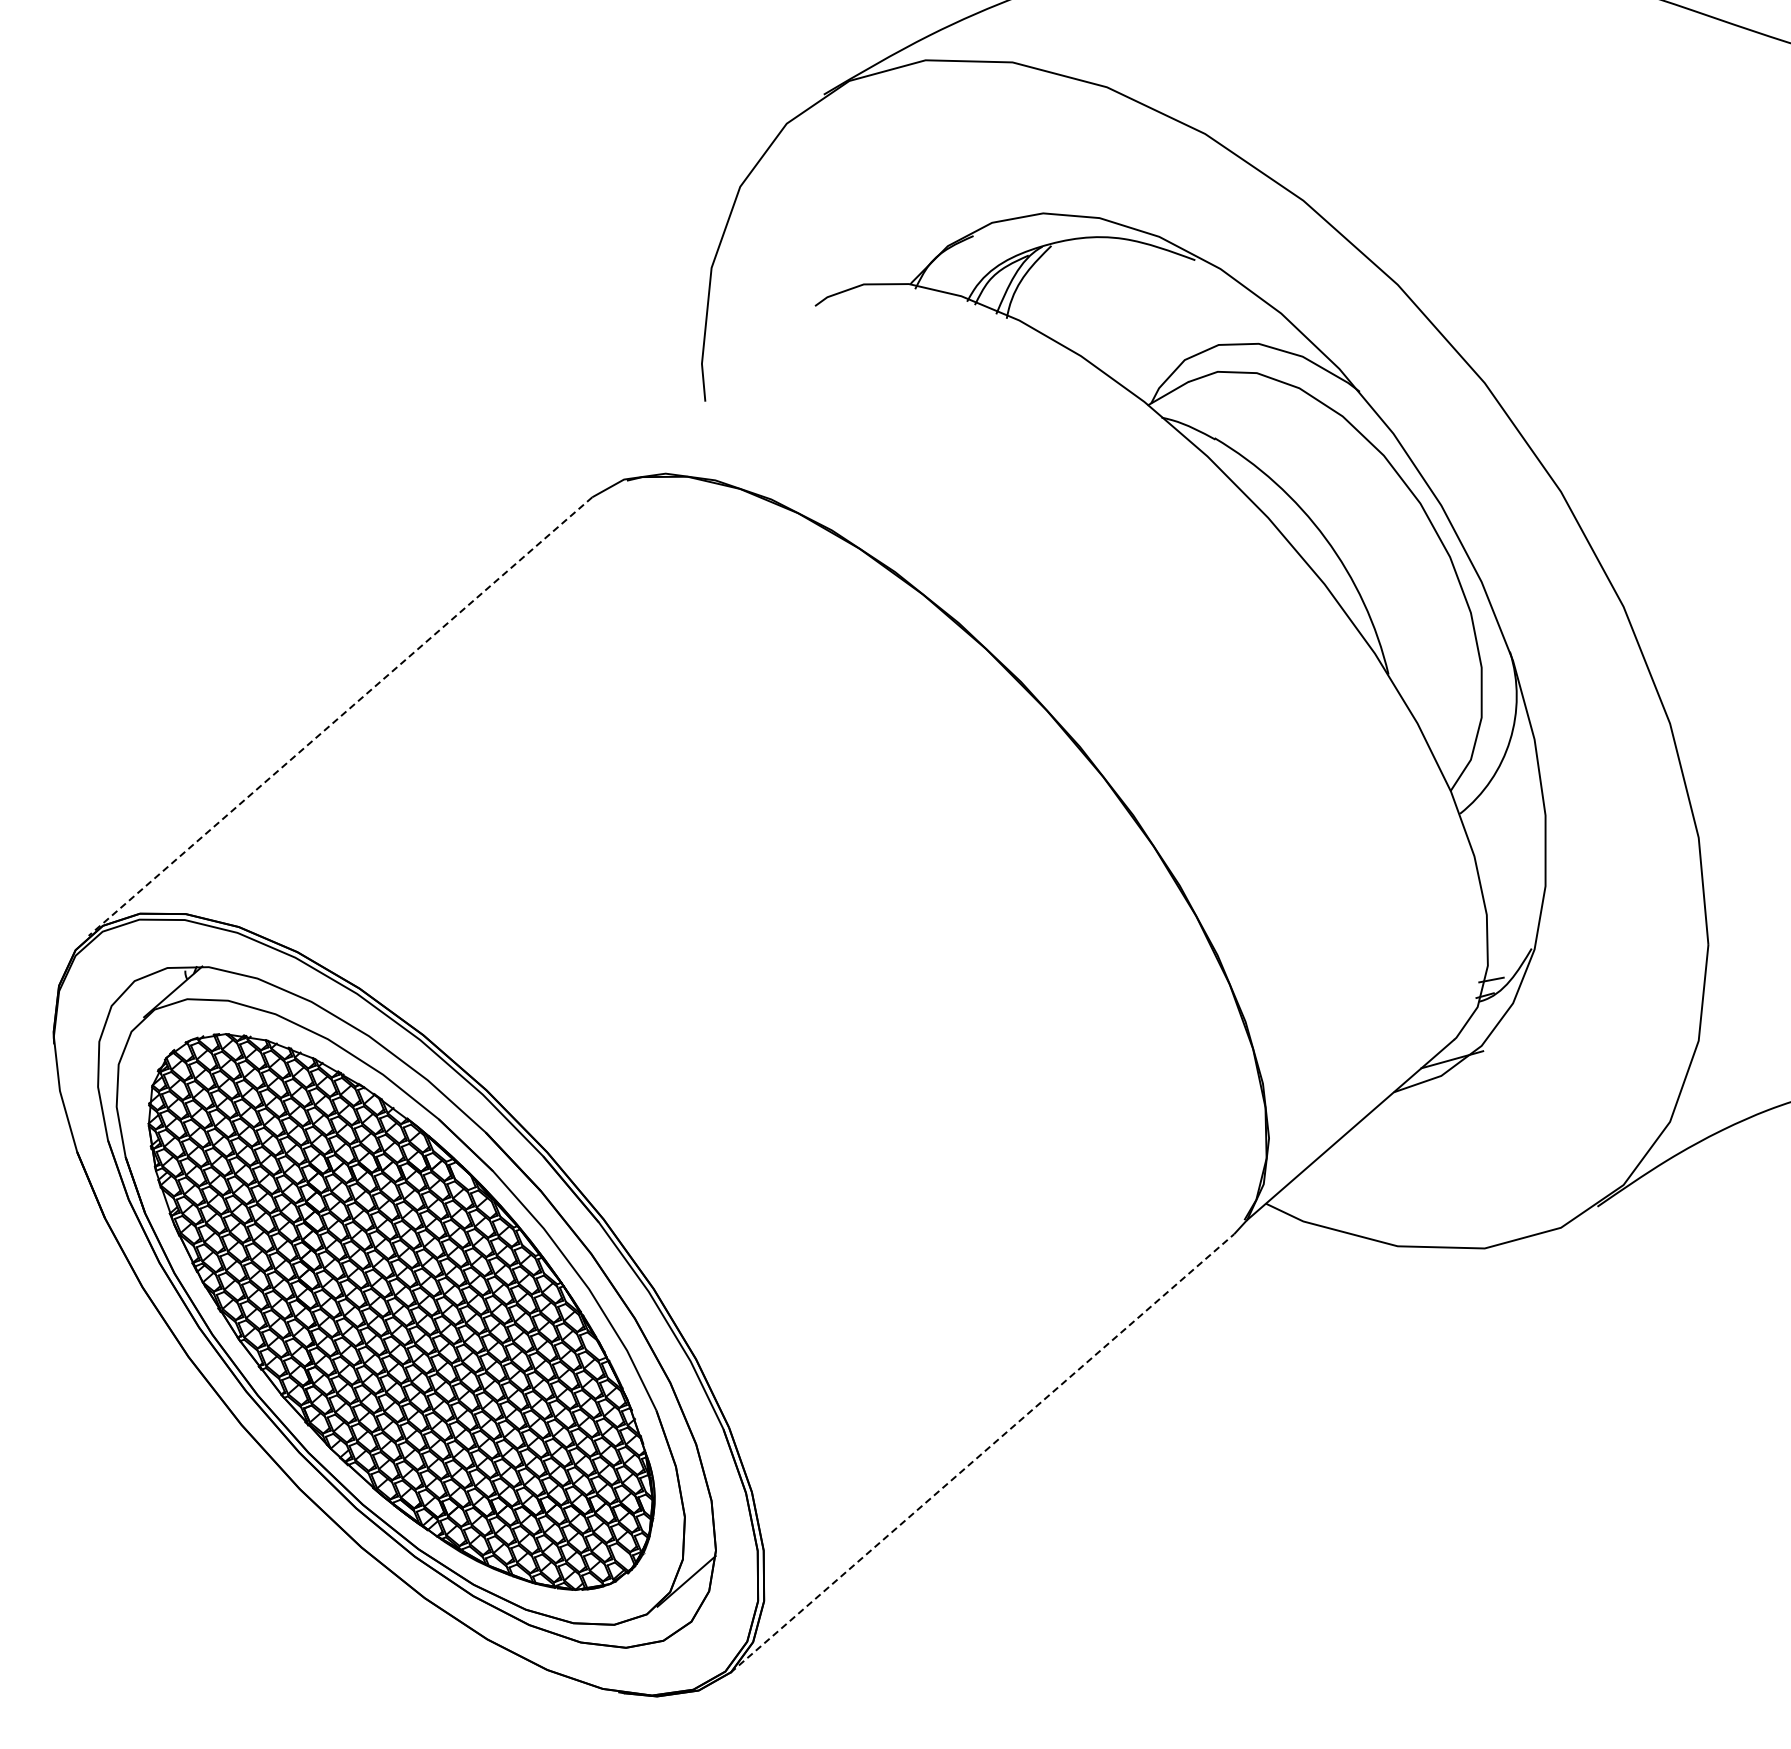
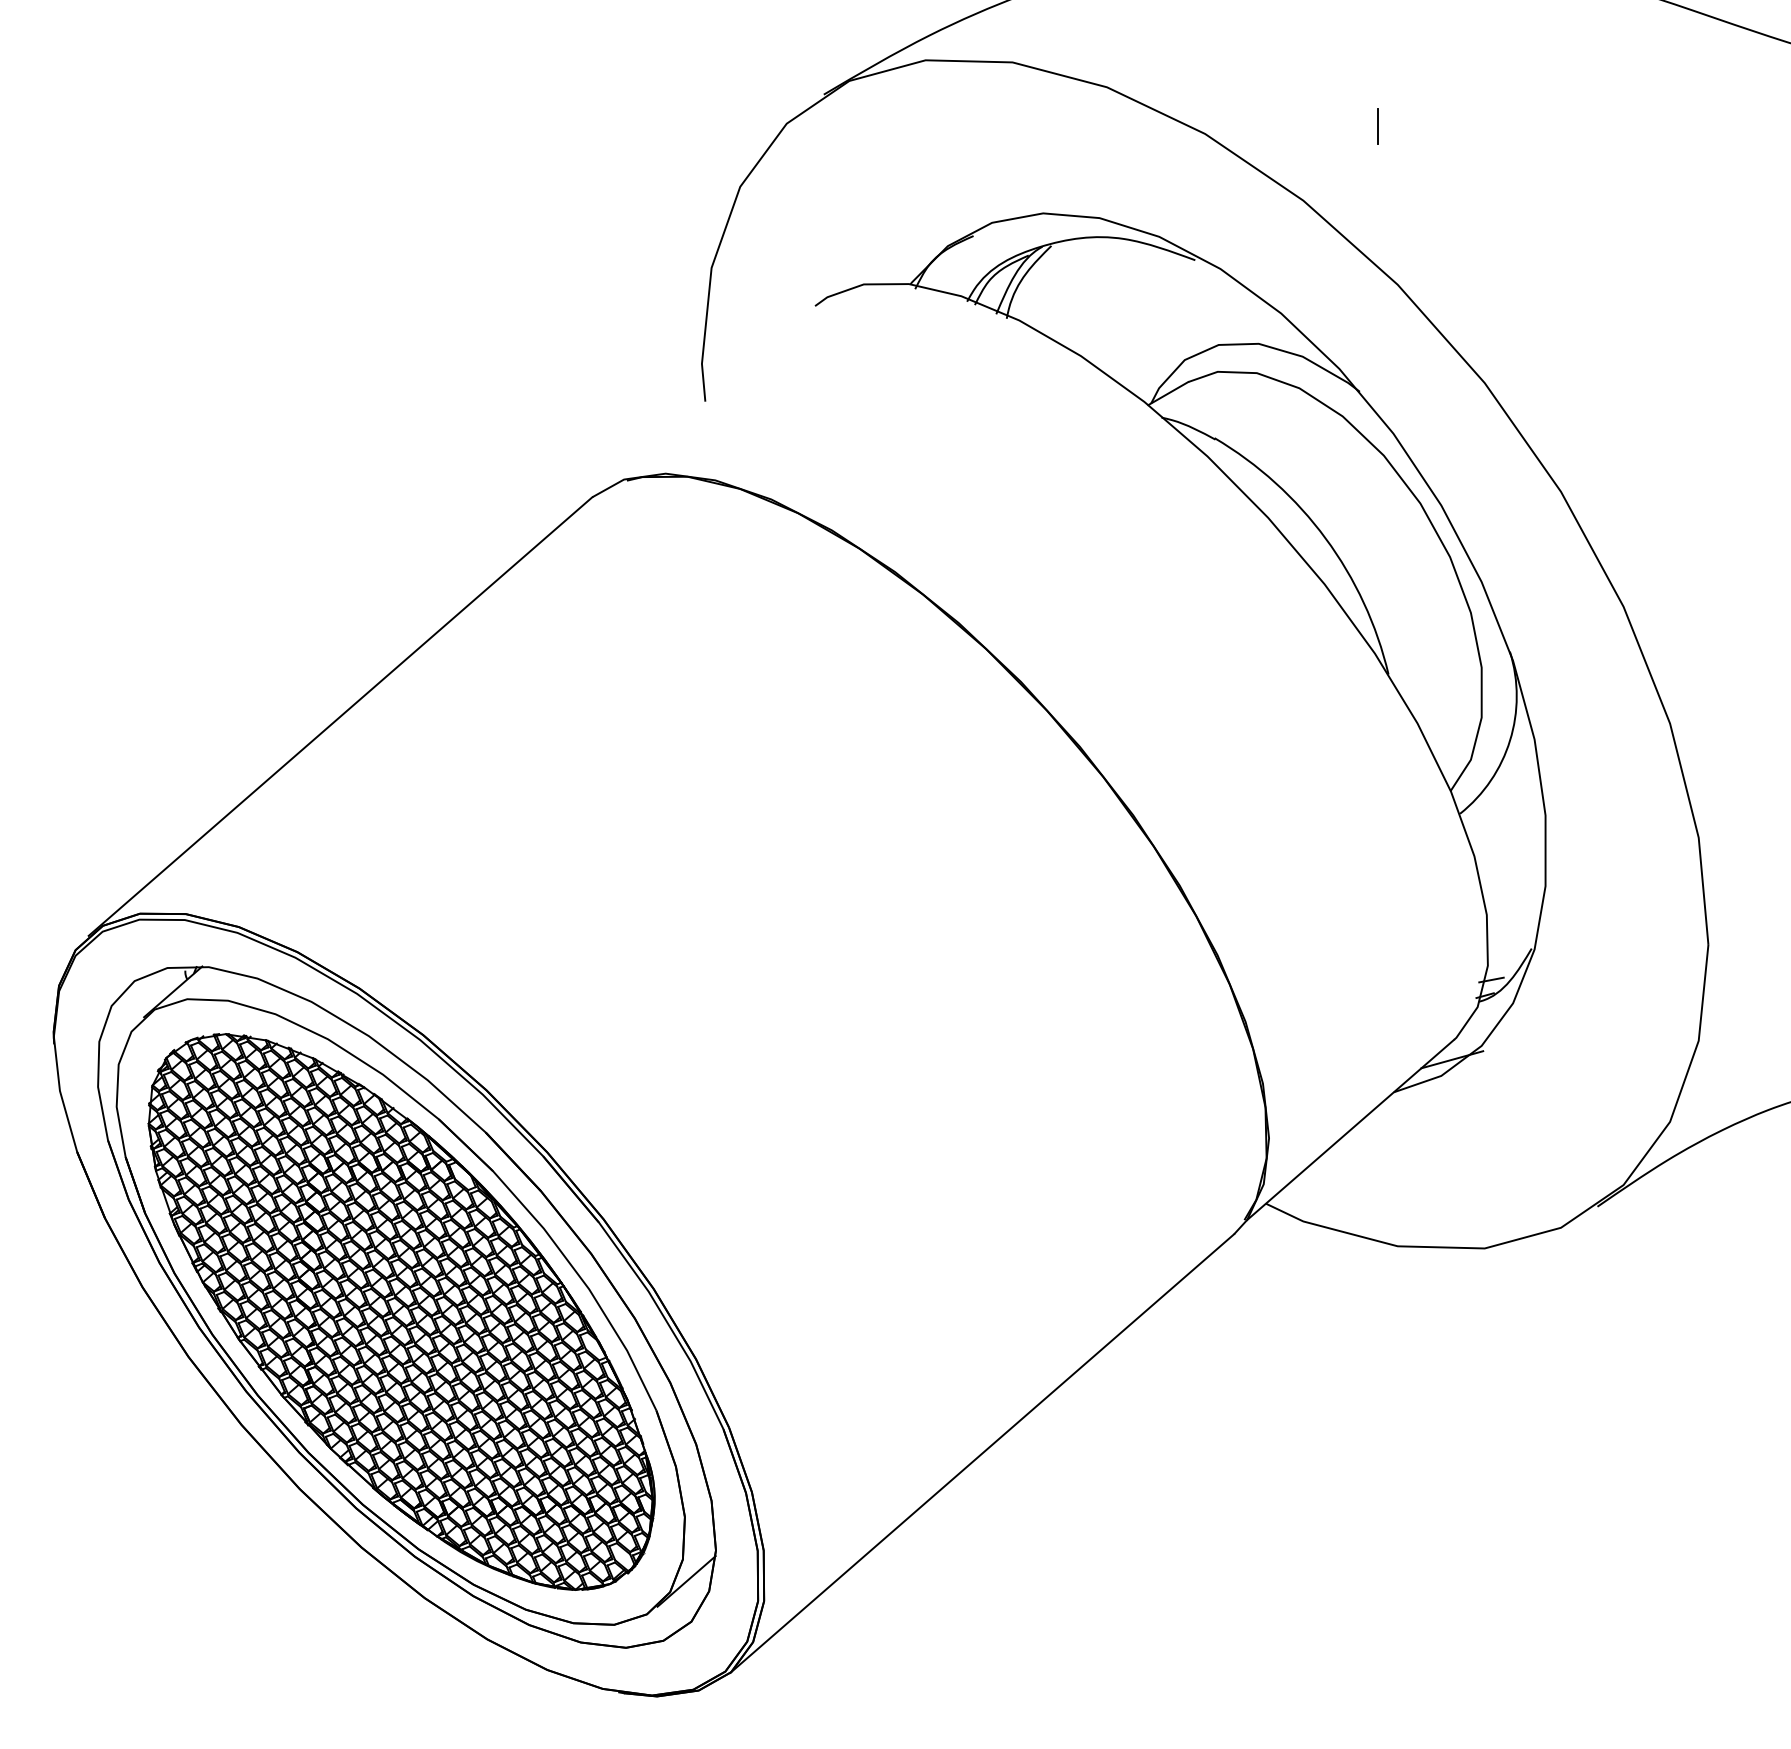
line at (1377, 126): none -> present
line at (340, 716): dashed -> solid
line at (982, 1453): dashed -> solid
